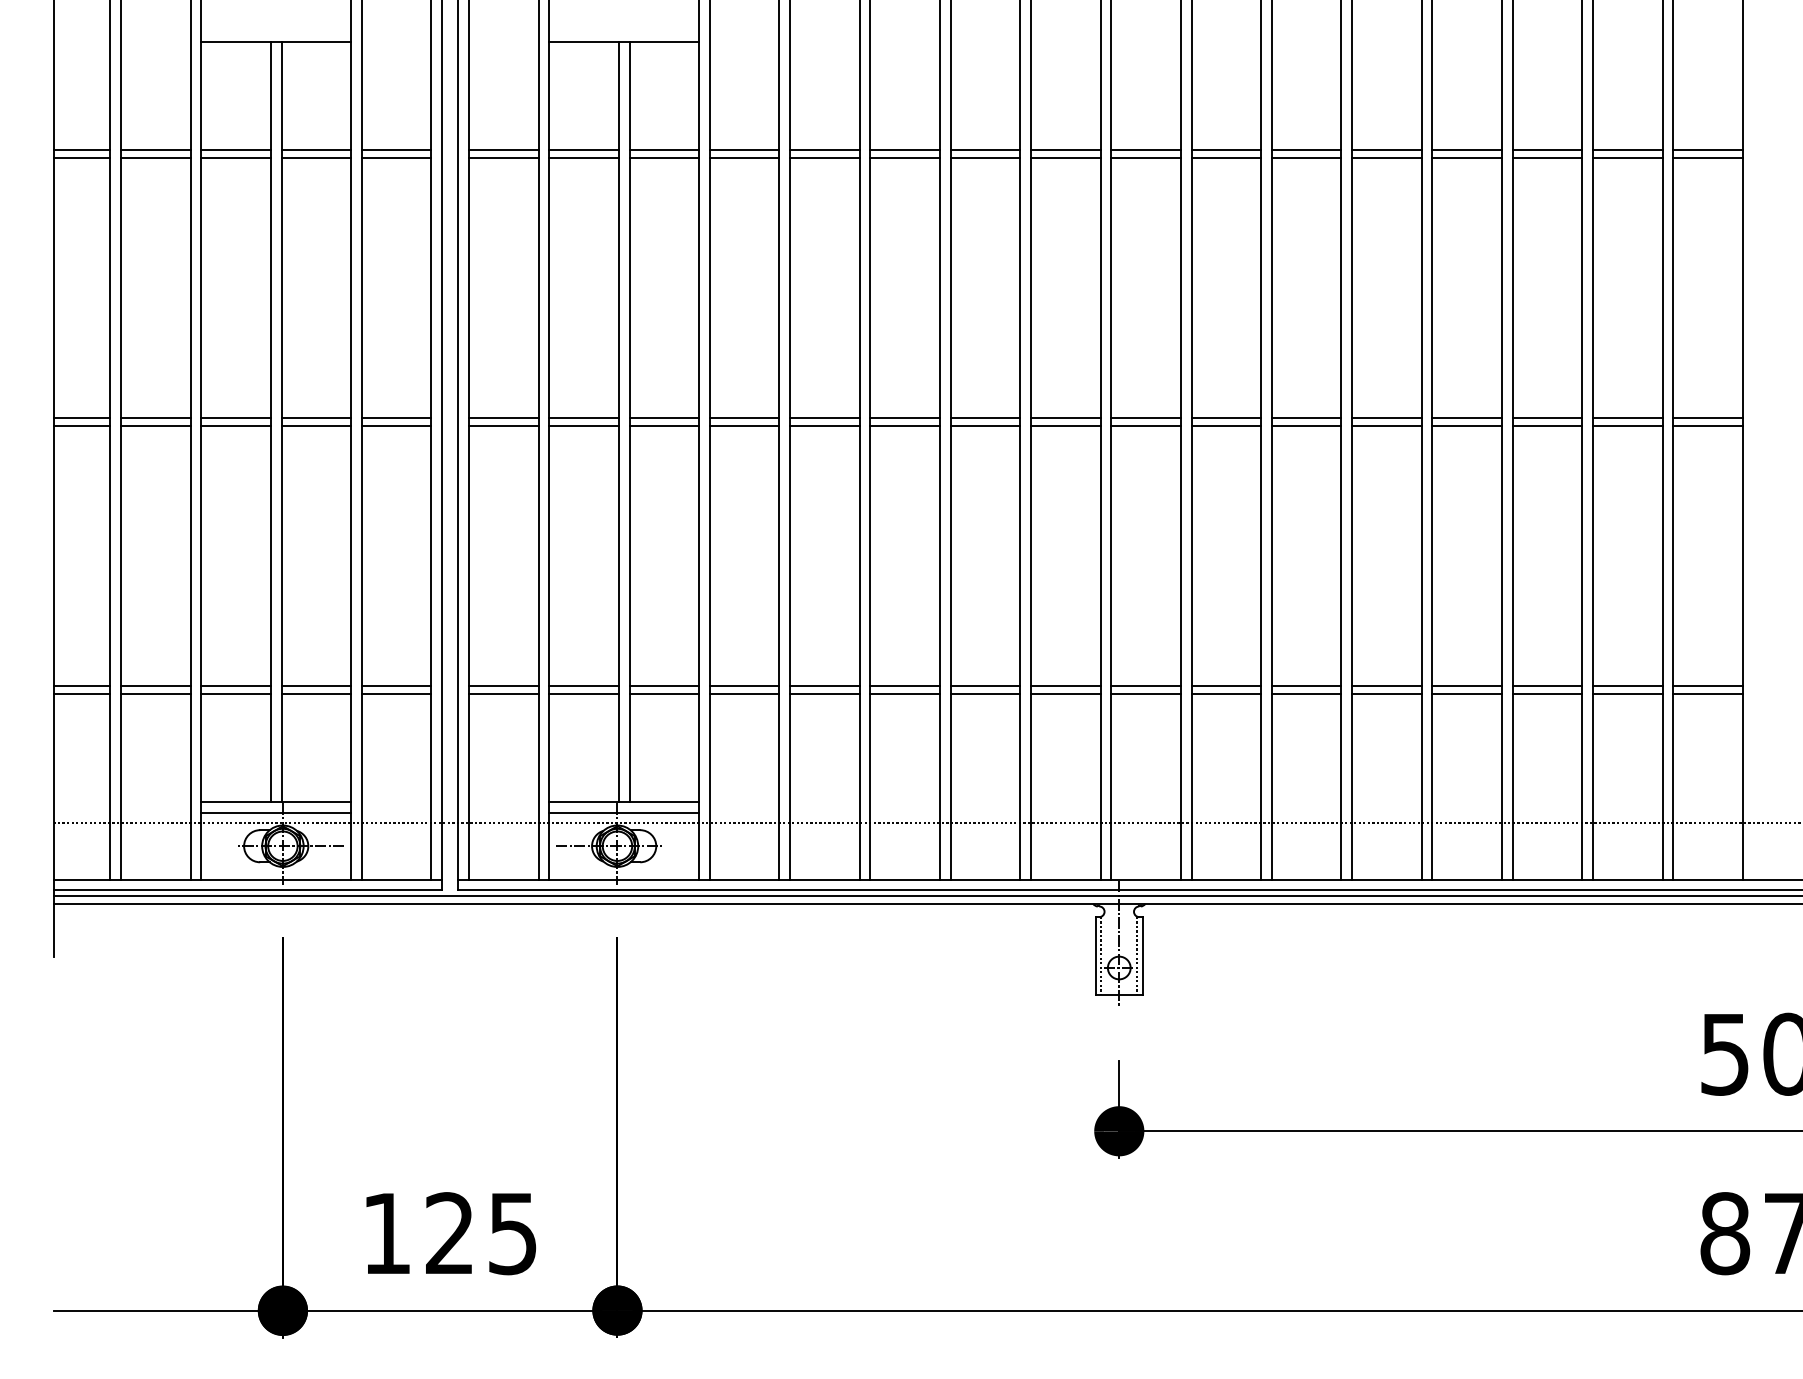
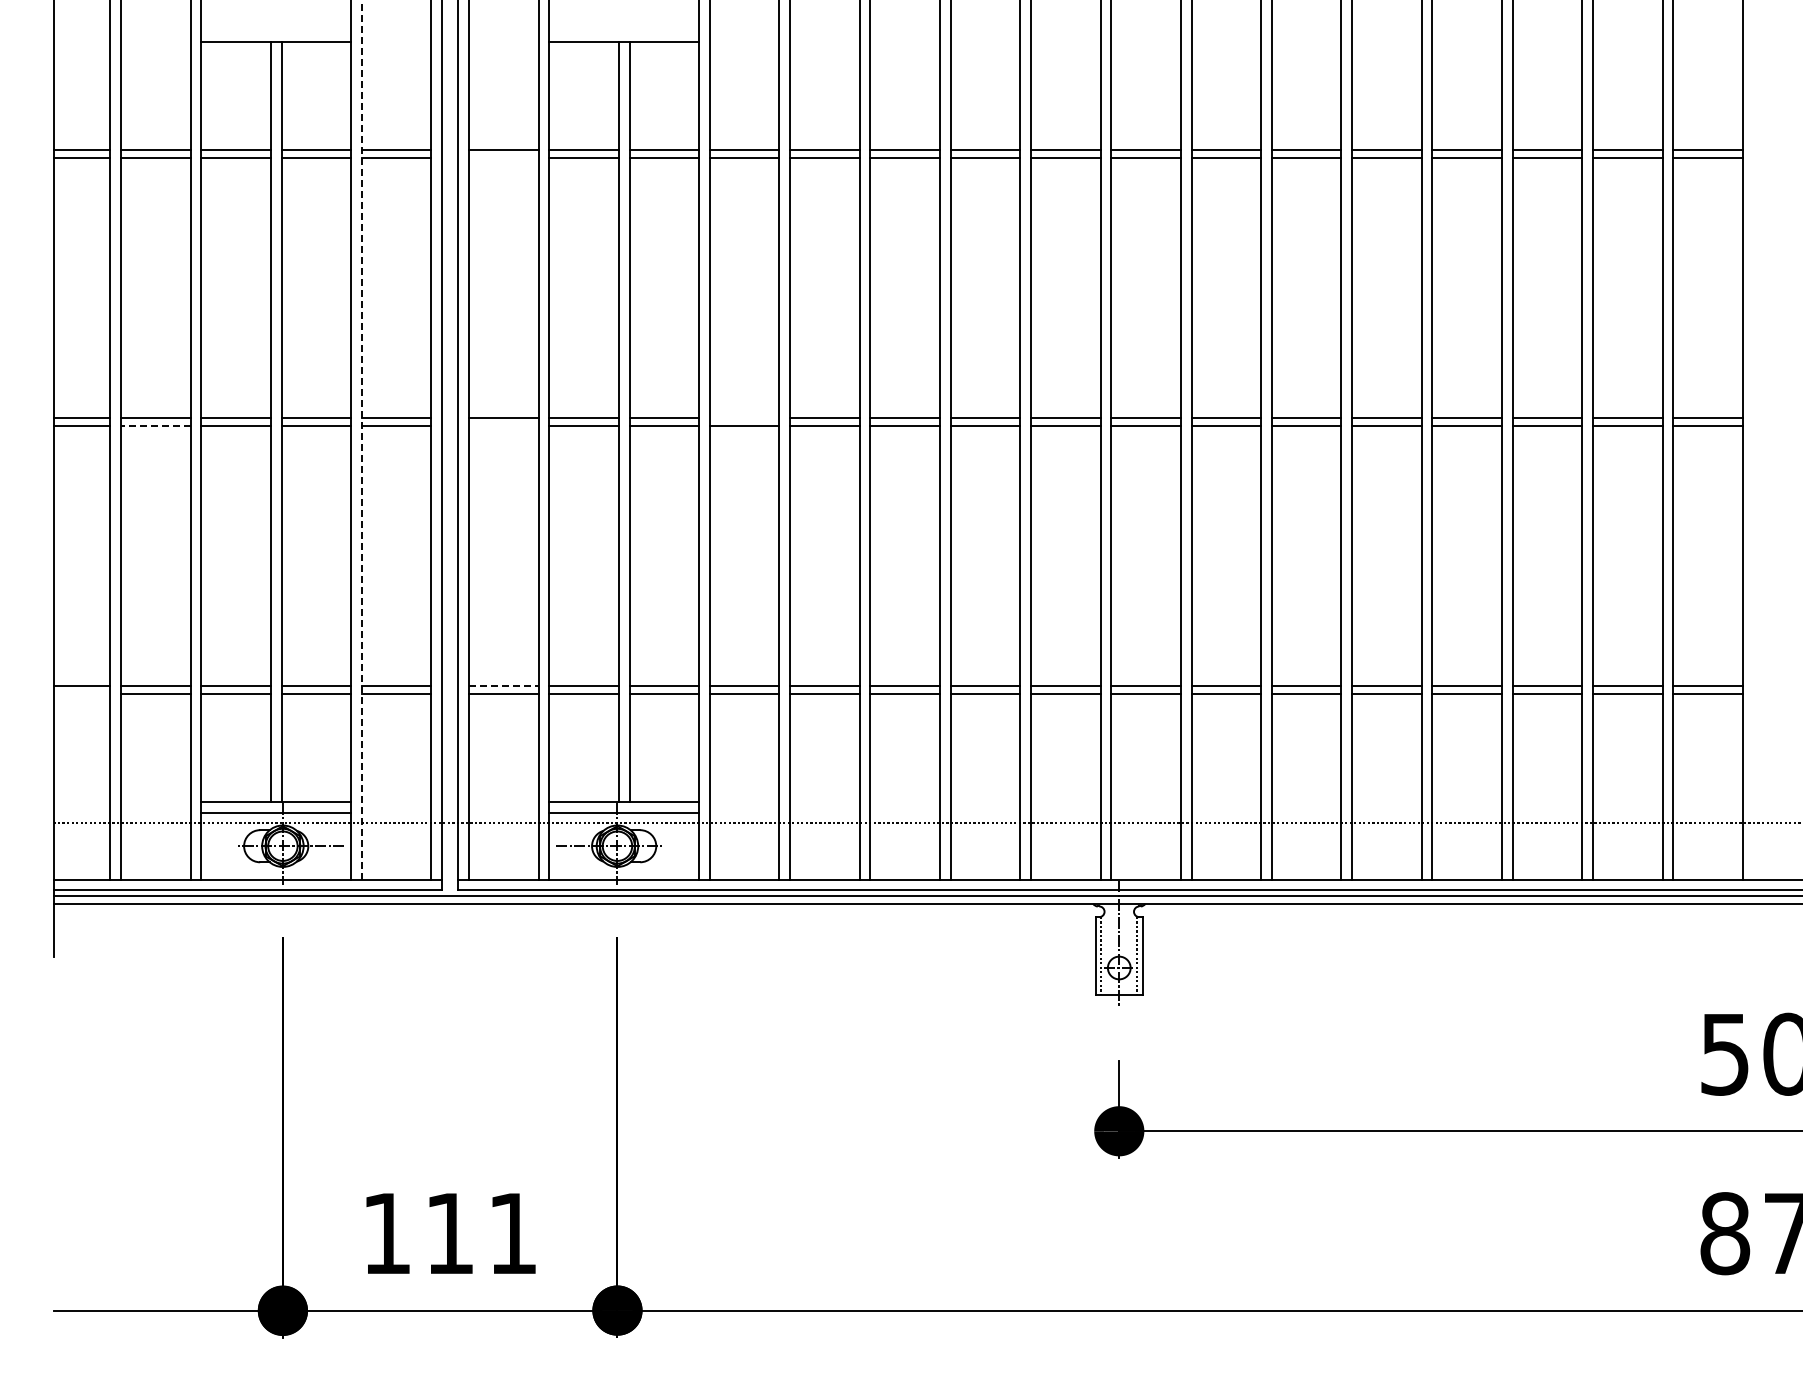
line at (503, 158): present -> none
line at (744, 418): present -> none
line at (155, 426): solid -> dashed
line at (503, 426): present -> none
line at (361, 440): solid -> dashed
line at (503, 685): solid -> dashed
line at (82, 693): present -> none
text at (481, 1233): 125 -> 111
